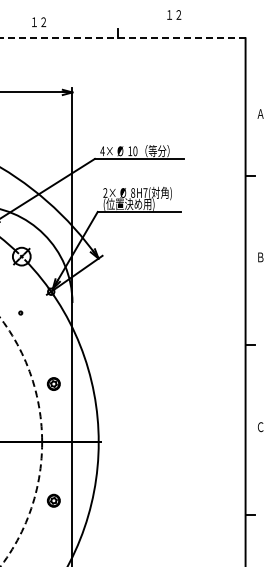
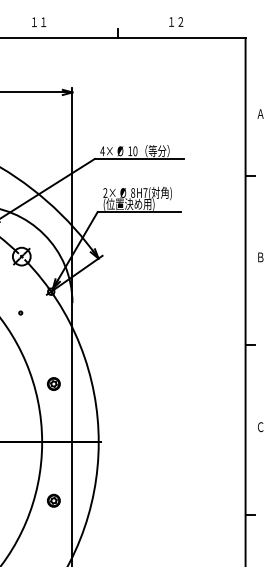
text at (174, 14) position: (174, 14) -> (176, 21)
text at (43, 21): １２ -> １１
line at (122, 38): dashed -> solid
circle at (21, 442): dashed -> solid
